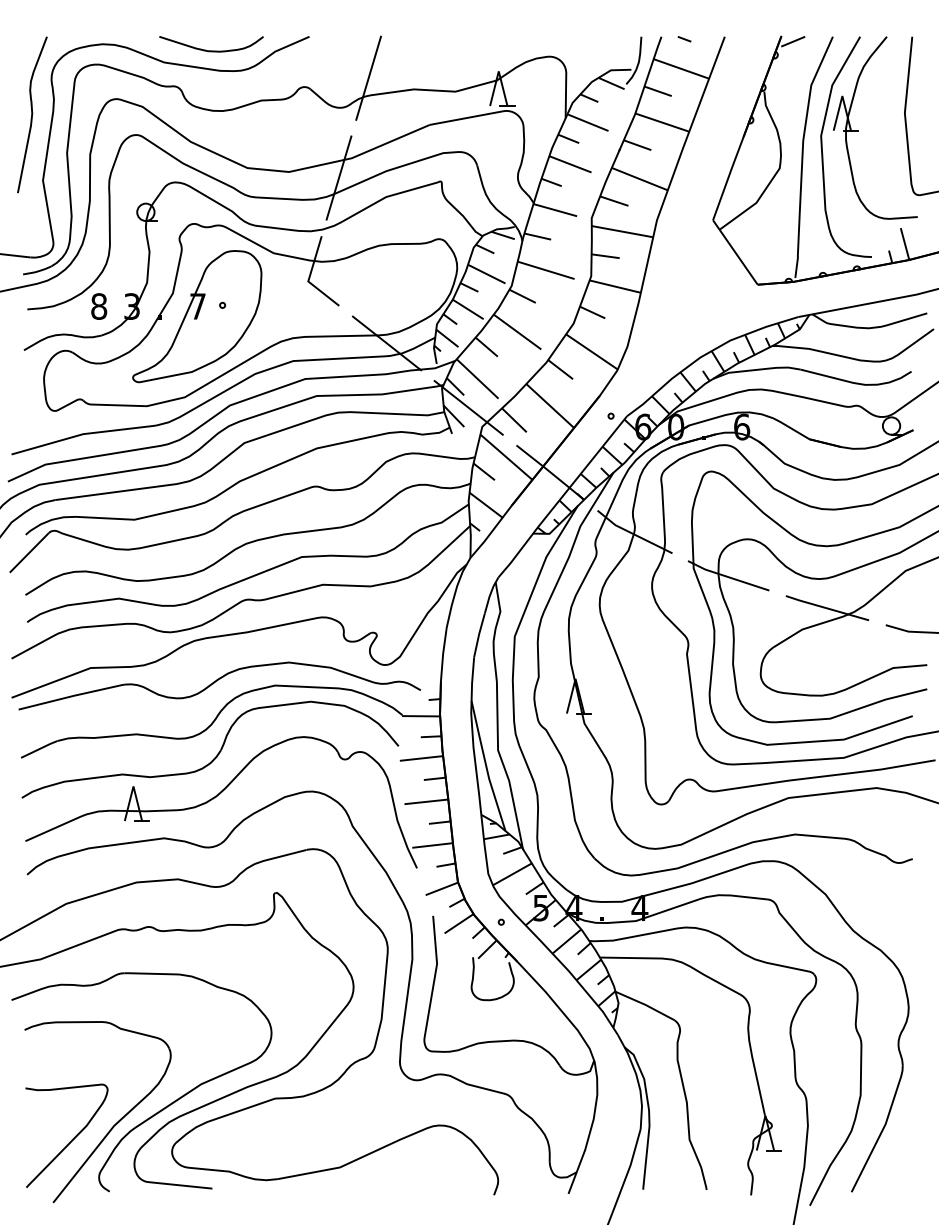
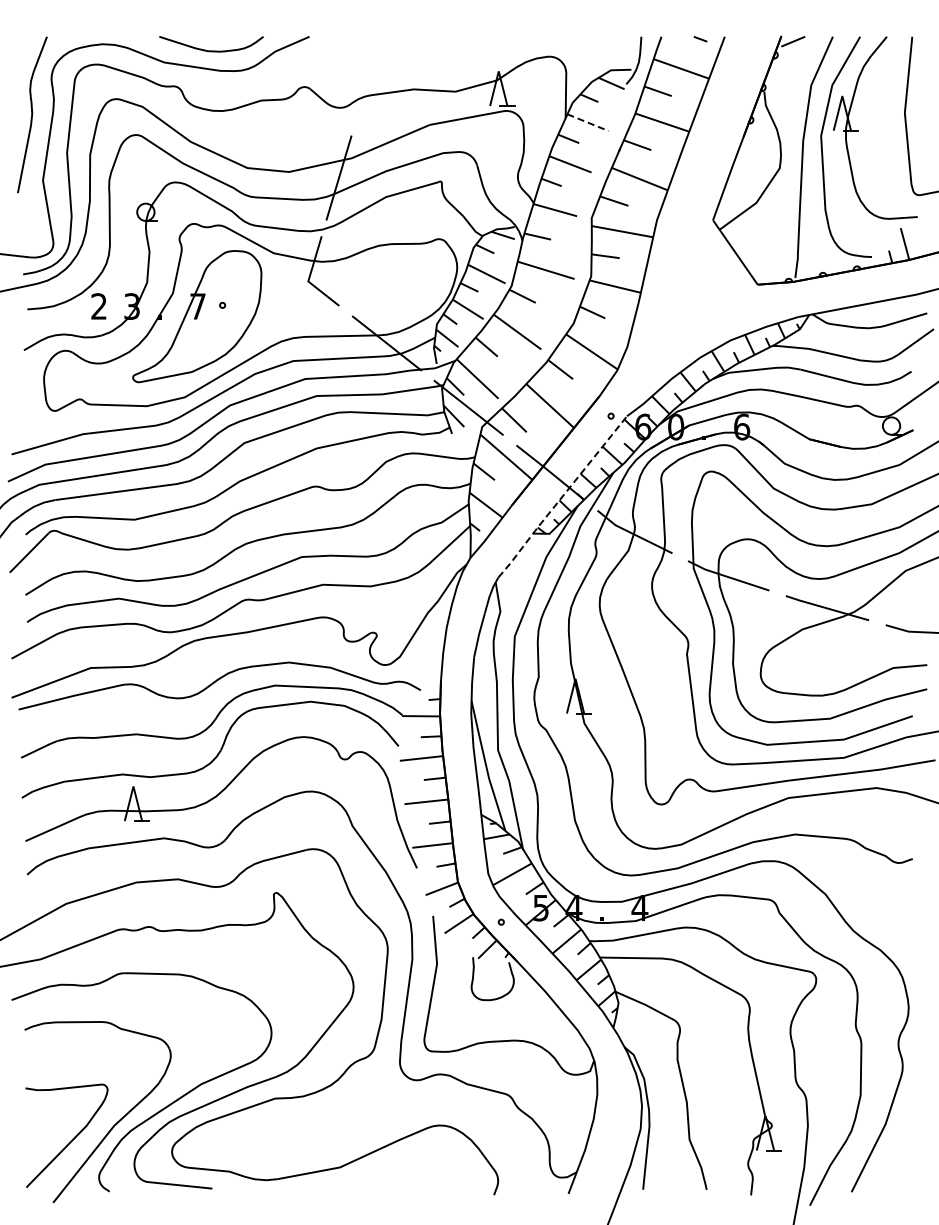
line at (684, 39) position: (684, 39) -> (700, 39)
line at (368, 77): present -> none
line at (588, 122): solid -> dashed
text at (99, 306): 8 -> 2
line at (561, 497): solid -> dashed
